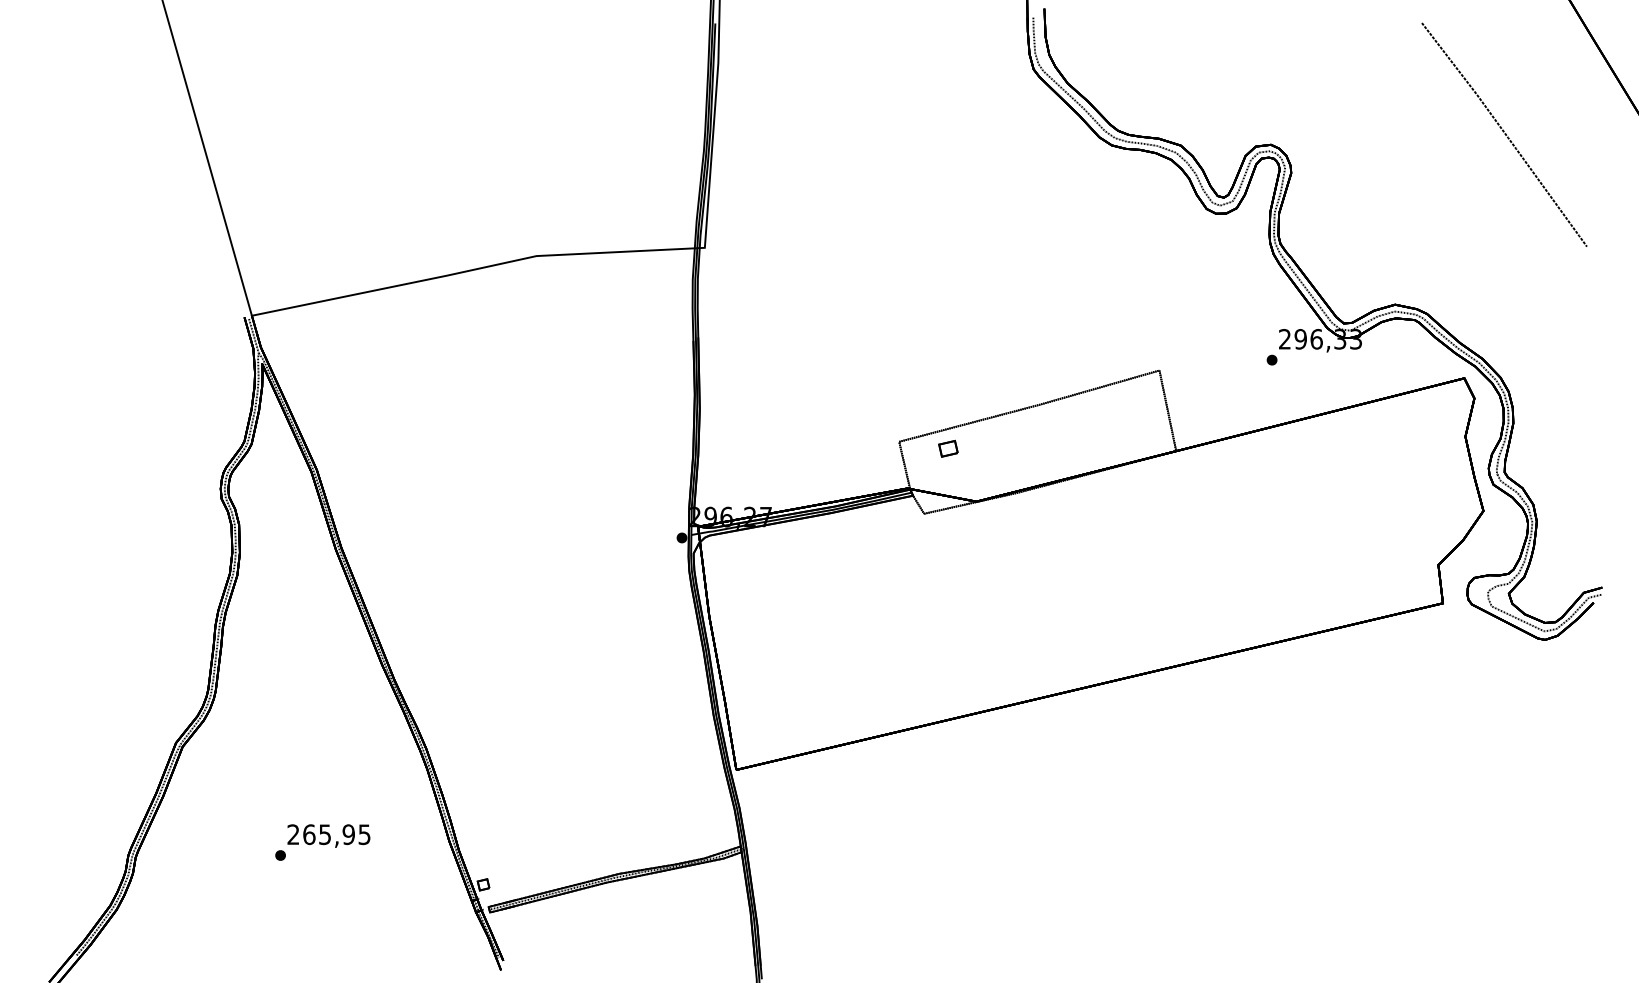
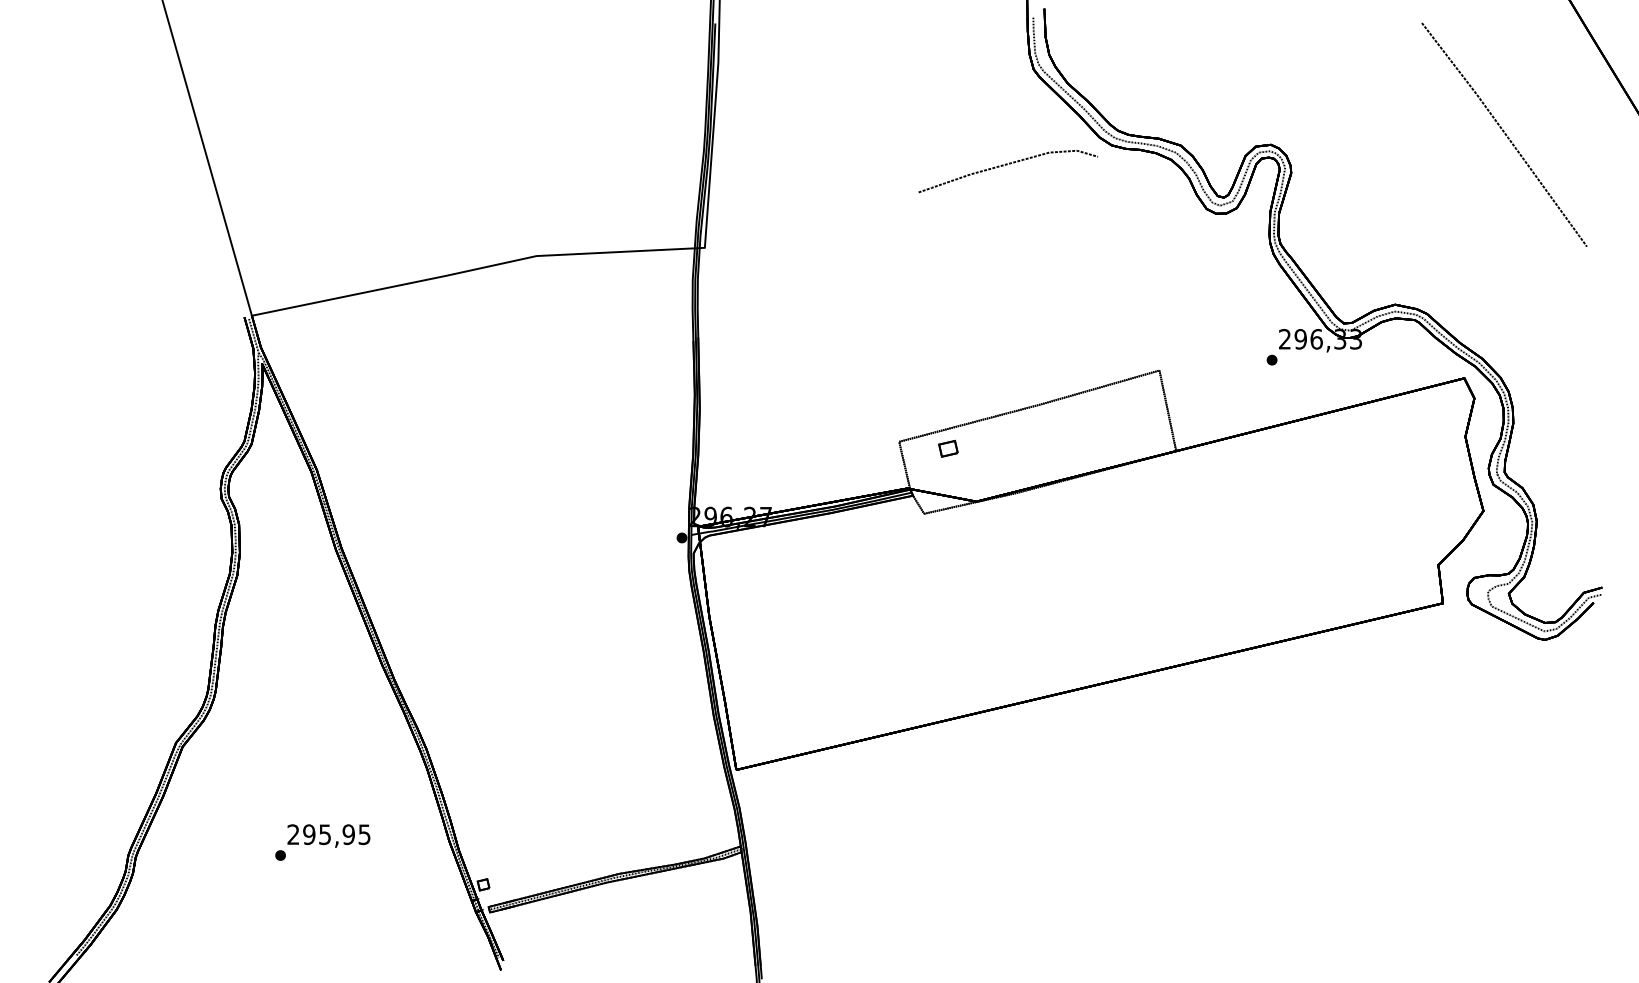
curve at (1007, 165): none -> present
text at (309, 834): 265,95 -> 295,95
